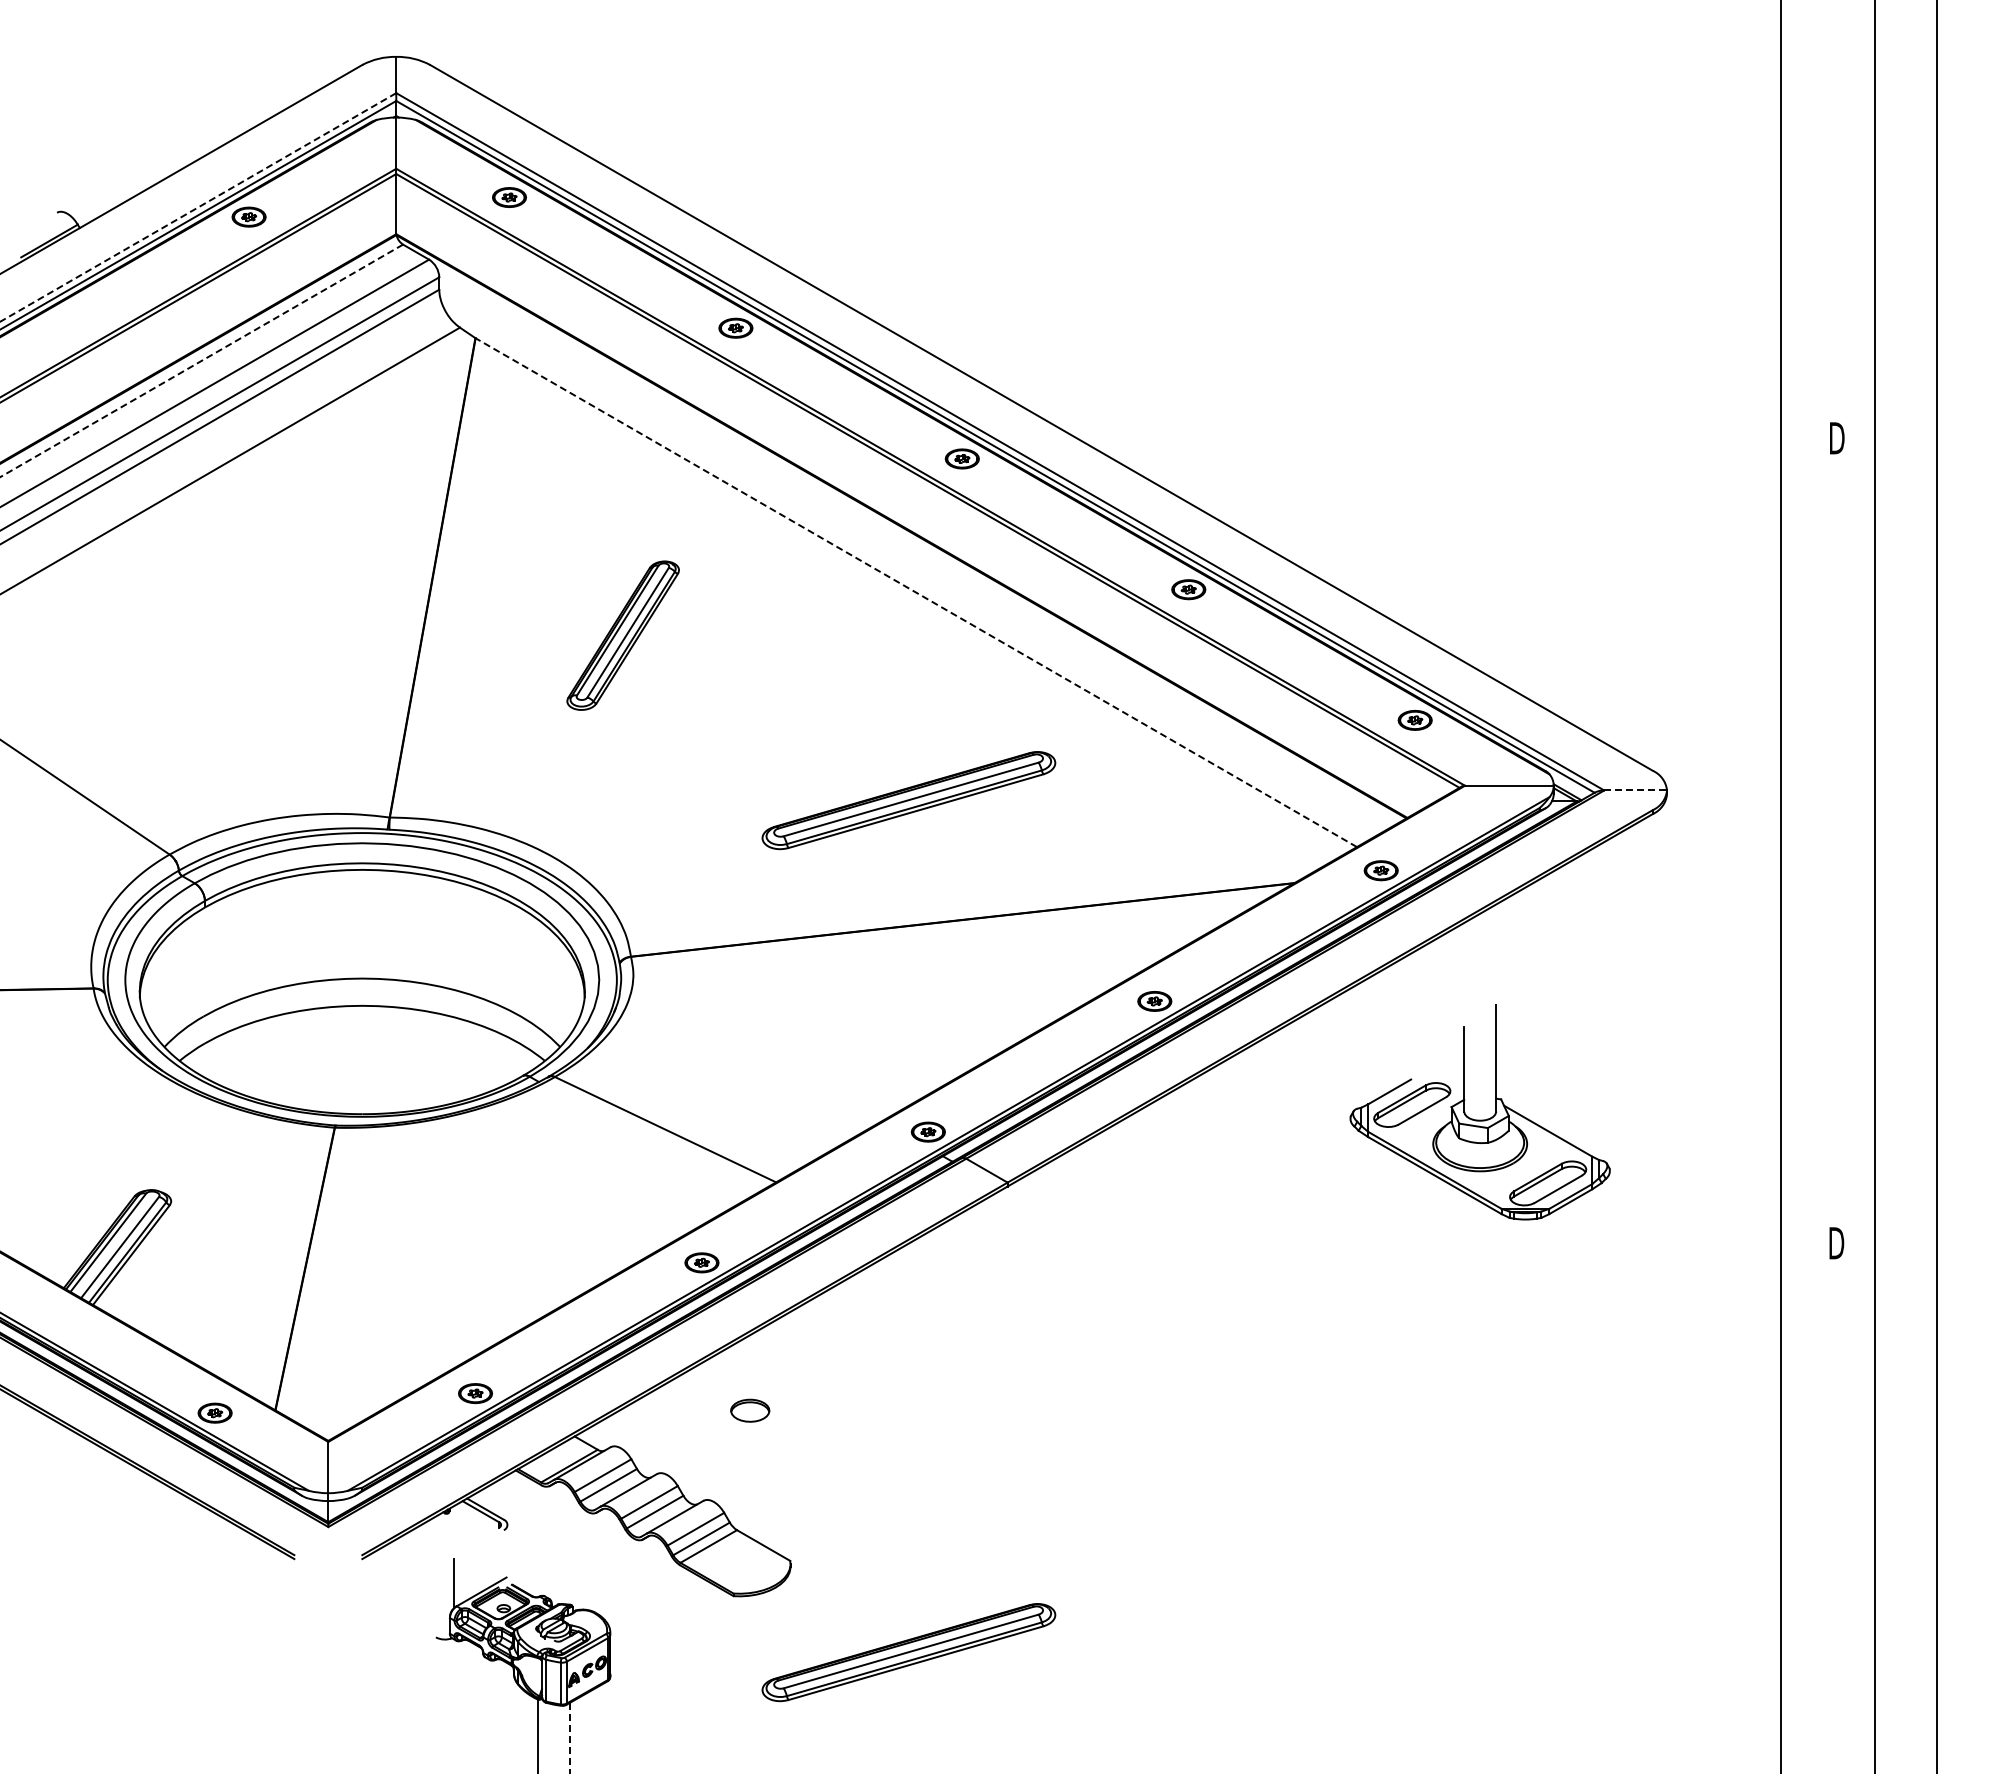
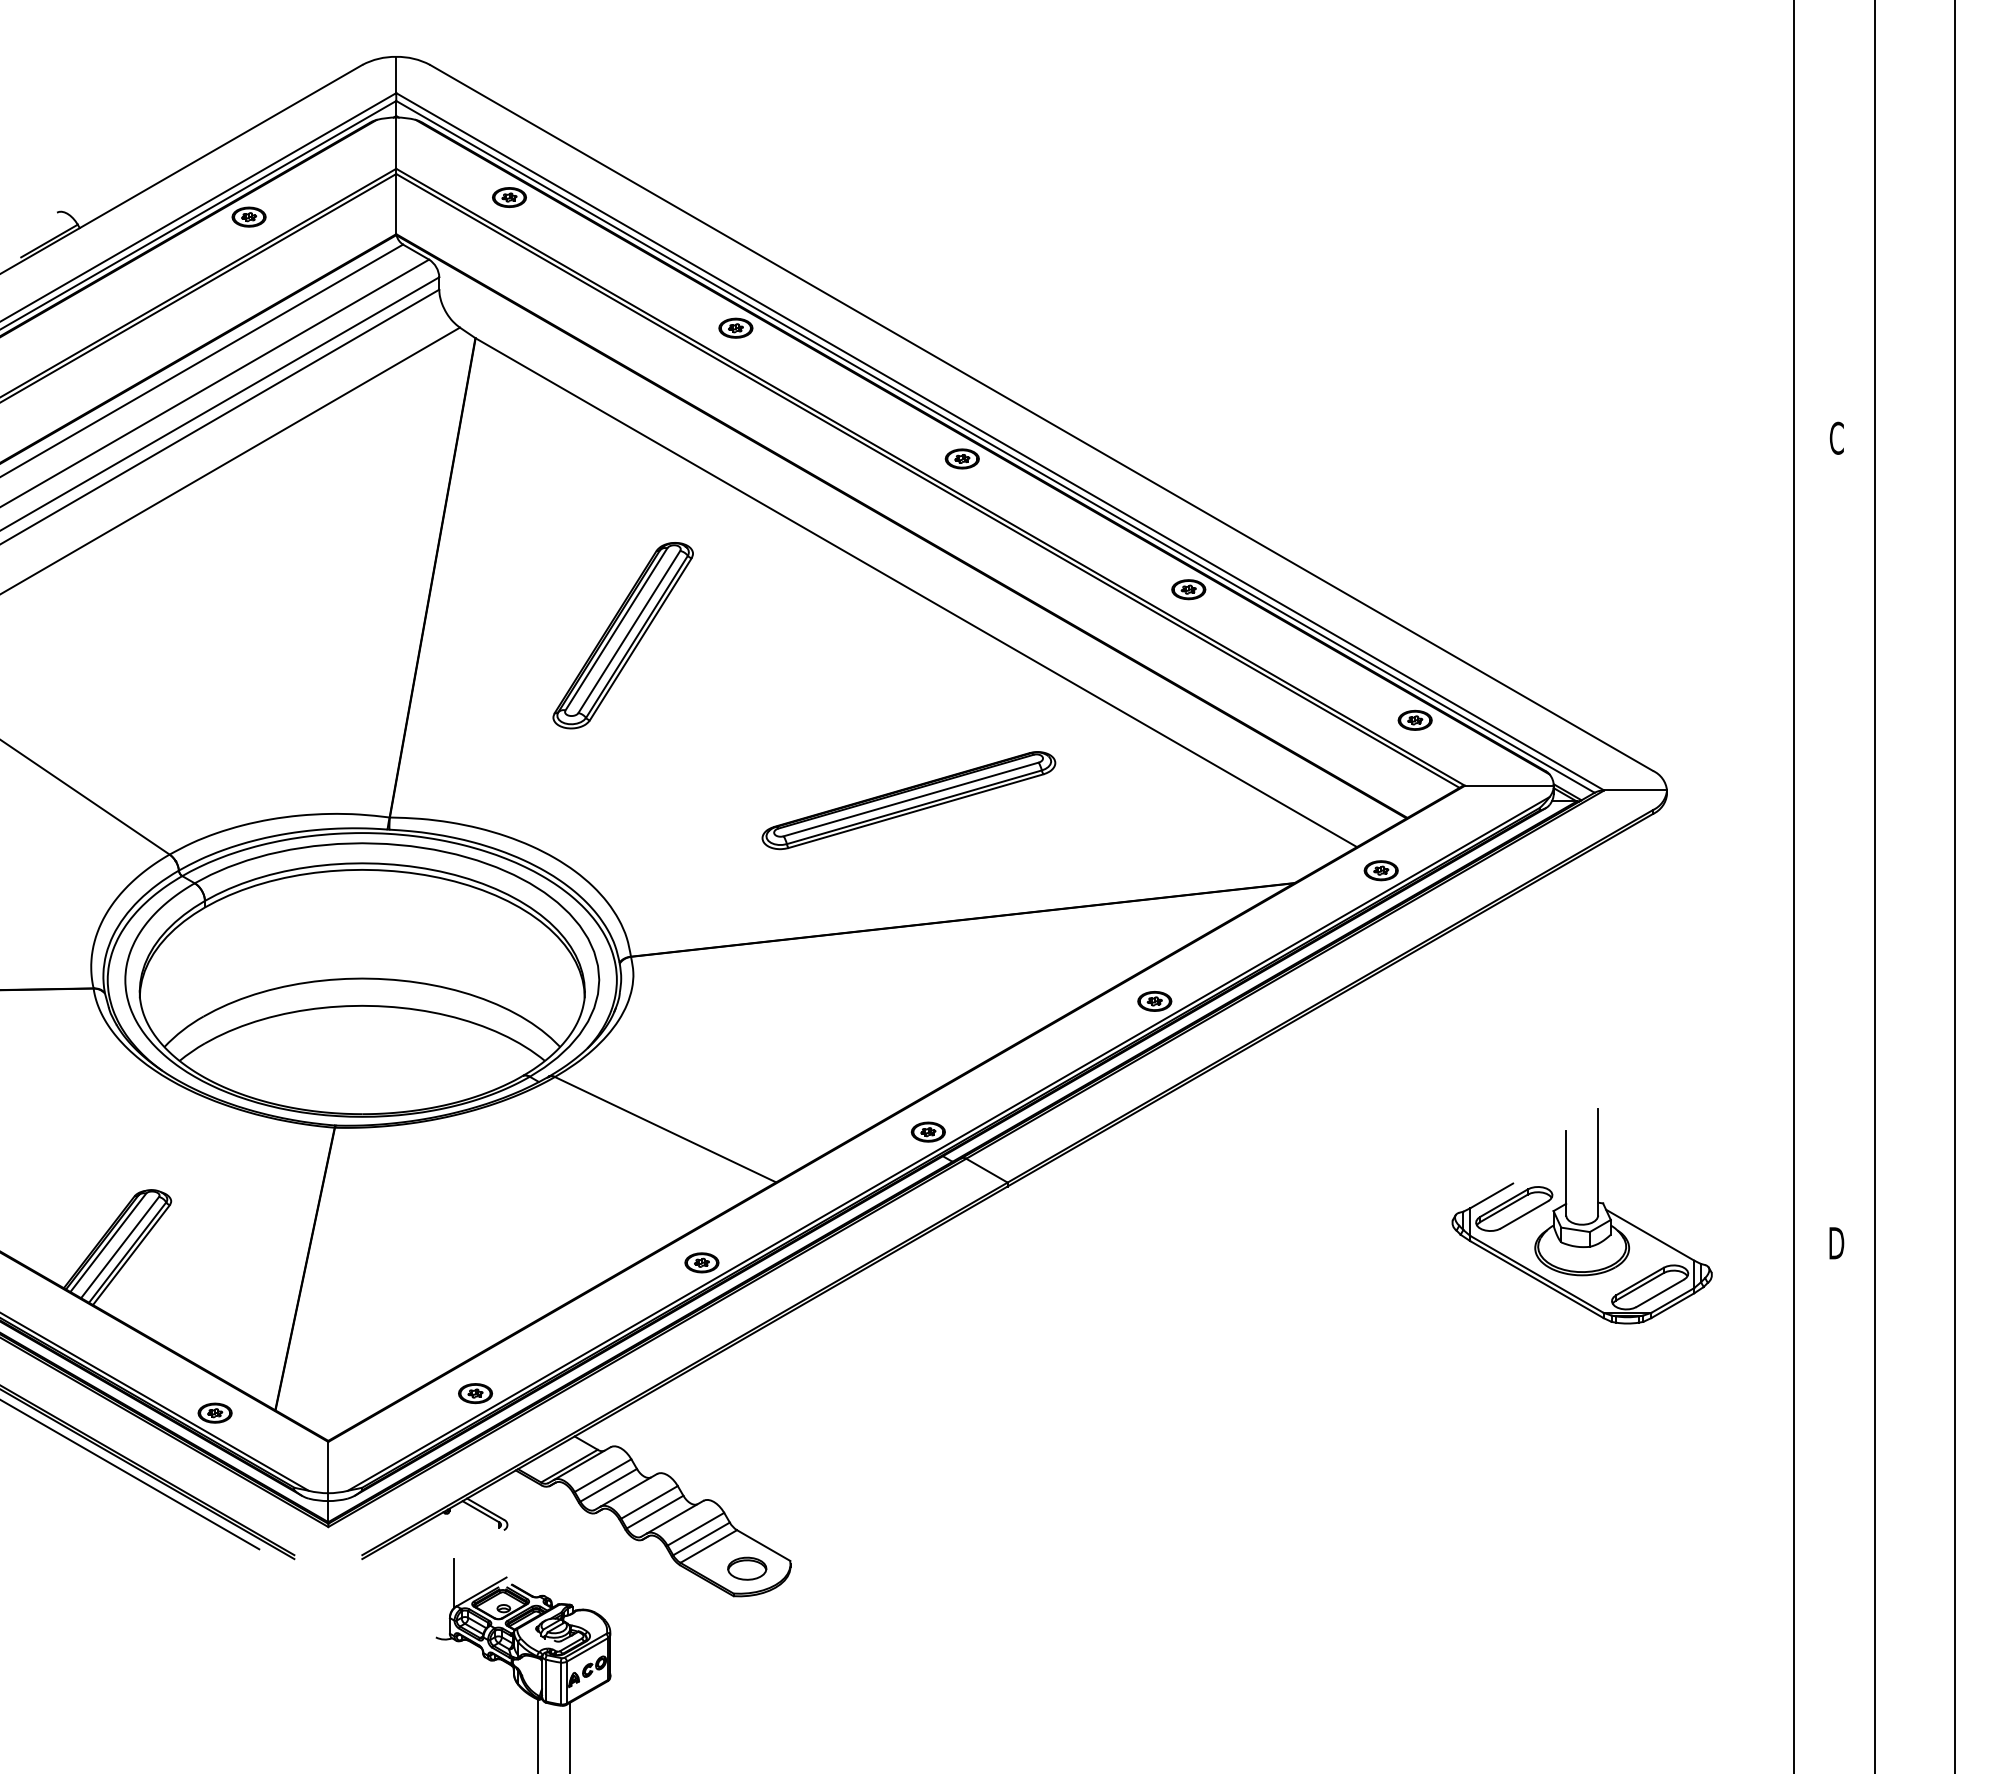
line at (198, 207): dashed -> solid
line at (201, 360): dashed -> solid
text at (1836, 437): D -> C
line at (916, 592): dashed -> solid
part at (622, 635) size: 114x151 px -> 142x188 px
line at (1636, 790): dashed -> solid
line at (1781, 886) position: (1781, 886) -> (1794, 886)
line at (1936, 886) position: (1936, 886) -> (1954, 886)
part at (1479, 1119) position: (1479, 1119) -> (1581, 1223)
part at (750, 1410) position: (750, 1410) -> (747, 1568)
line at (130, 1474): none -> present
part at (908, 1652): present -> none
line at (570, 1737): dashed -> solid
